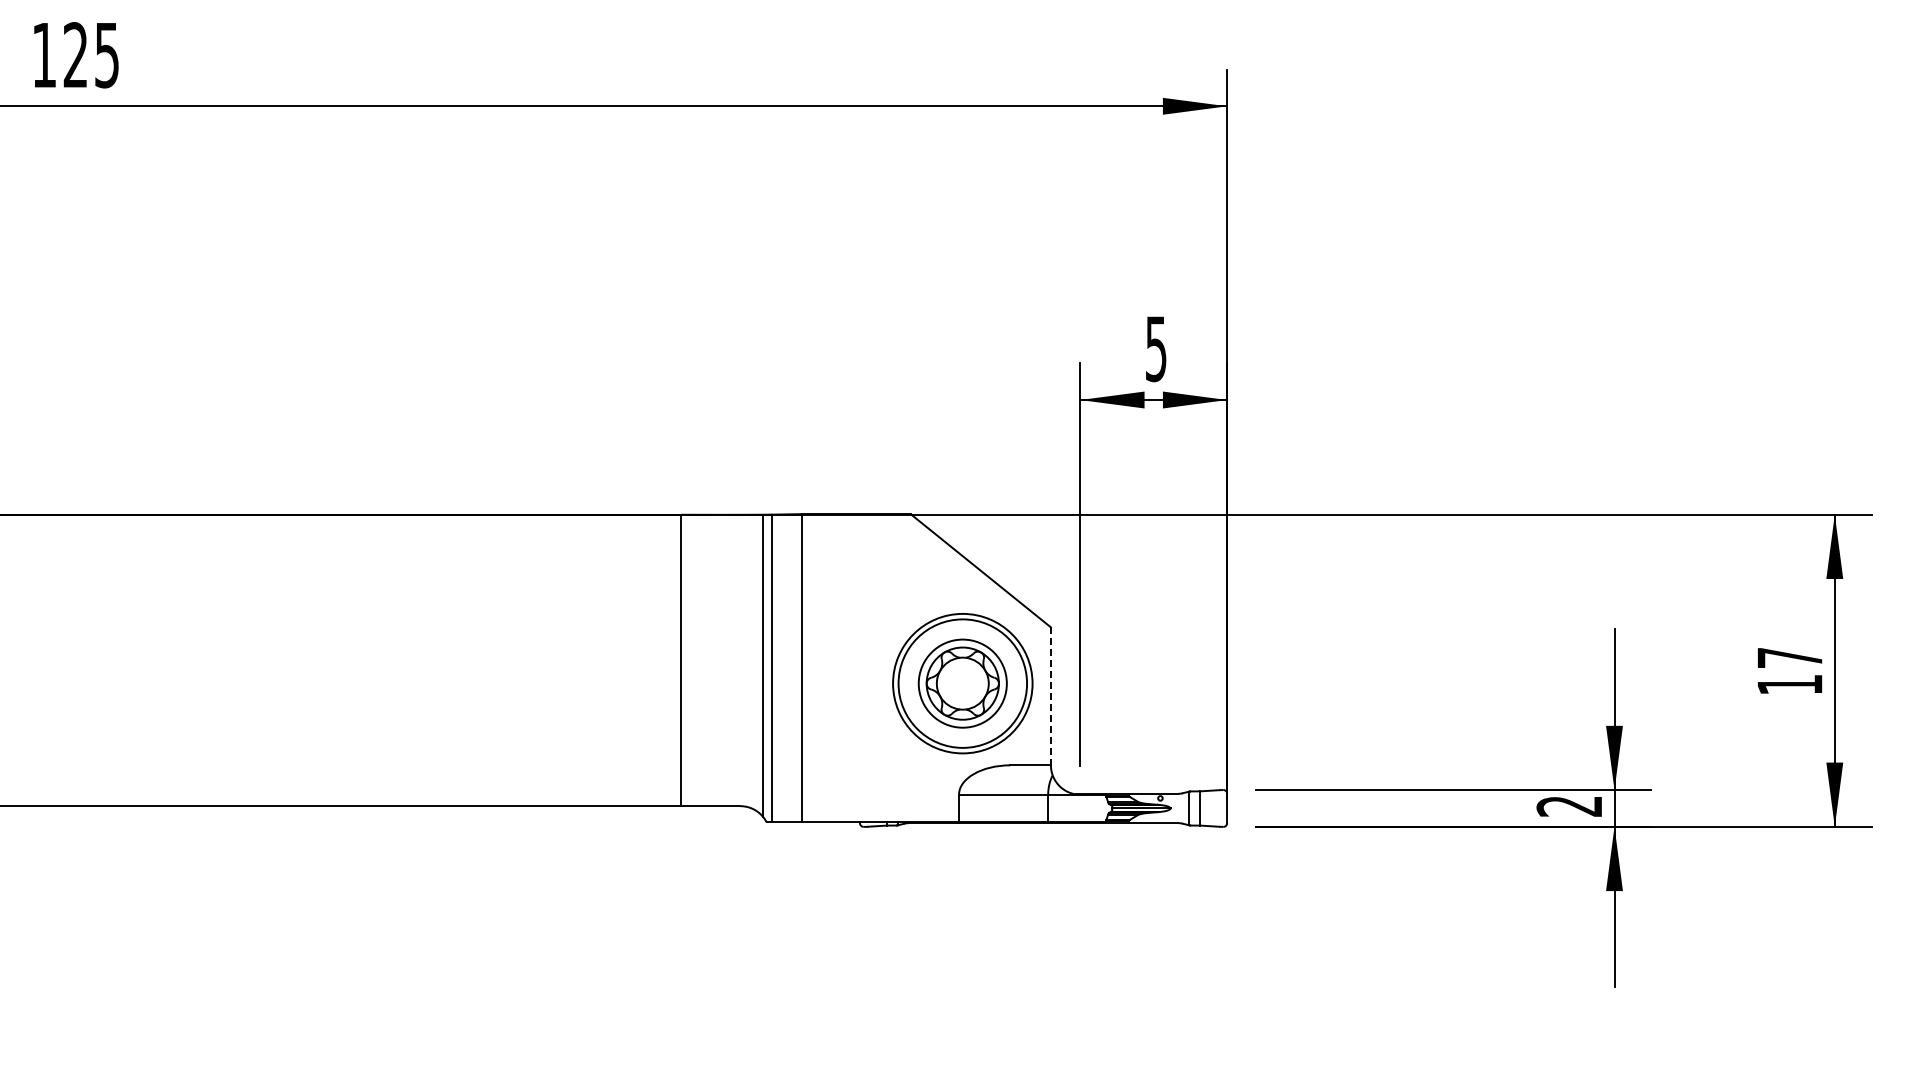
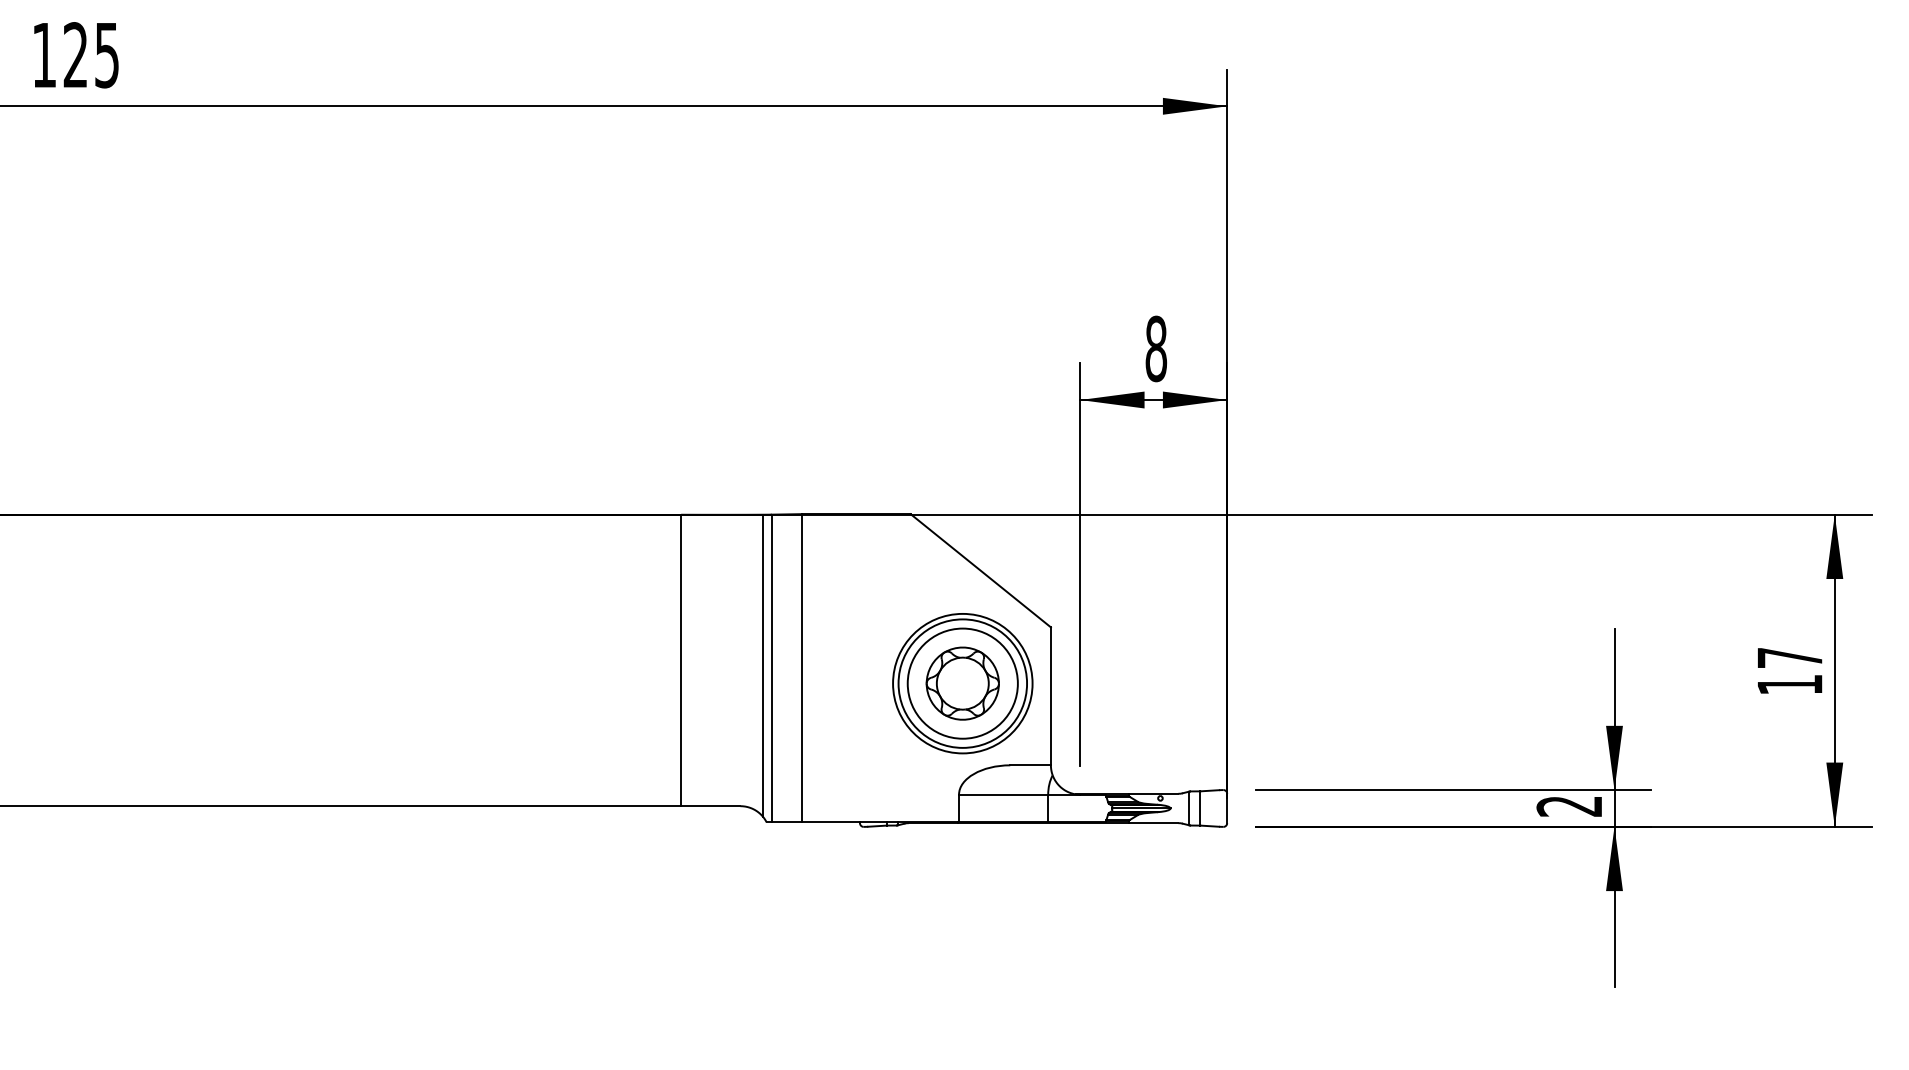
text at (1156, 348): 5 -> 8
circle at (962, 683) diameter: 88 px -> 110 px
line at (1050, 696): dashed -> solid
